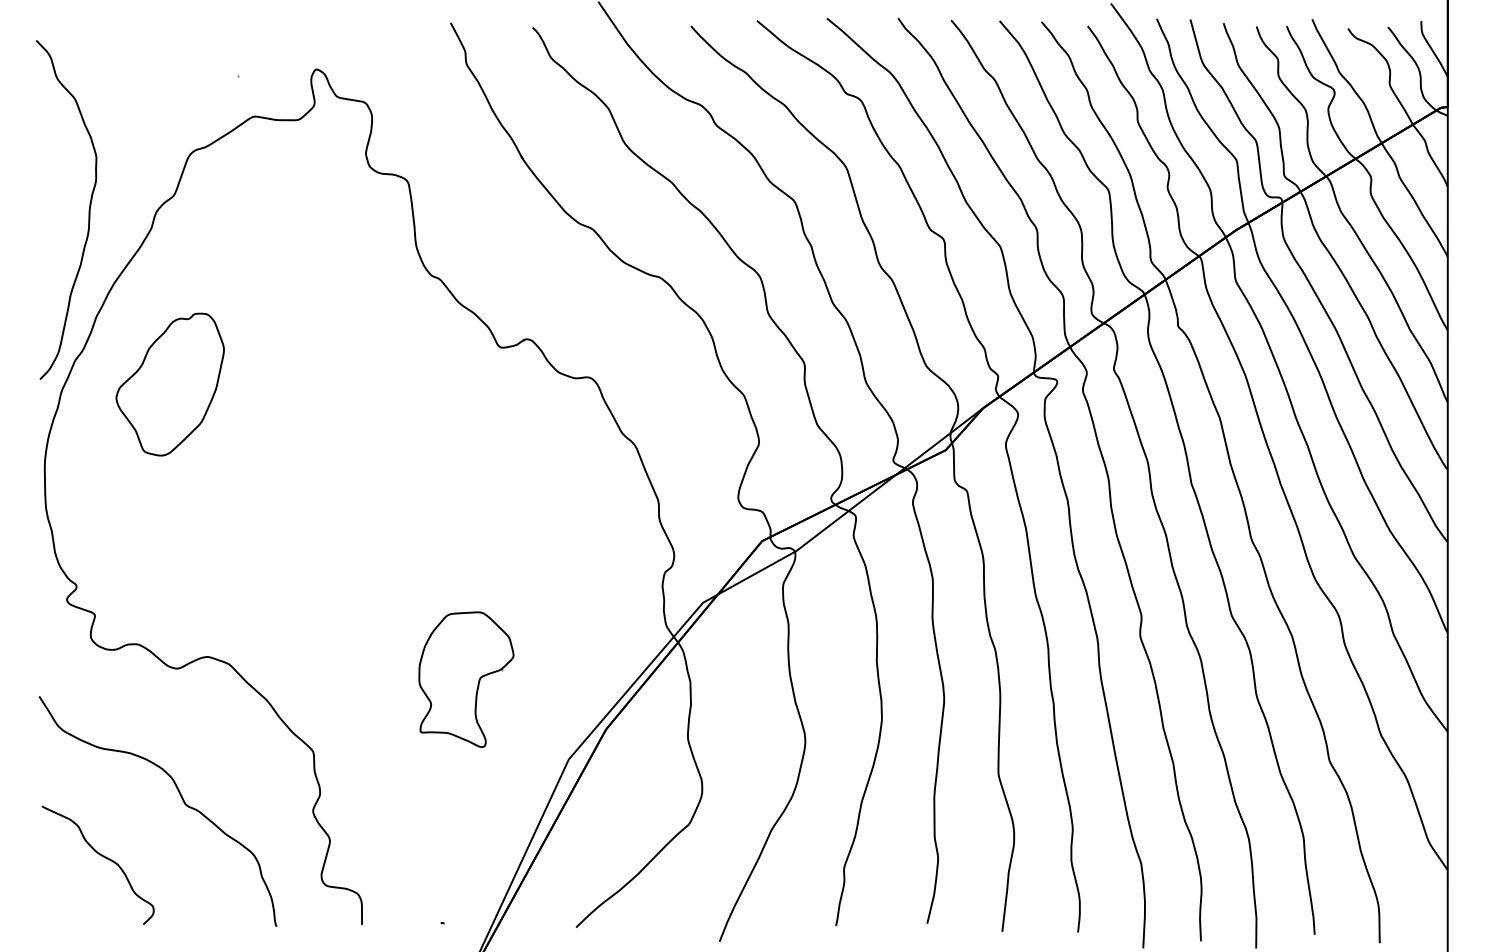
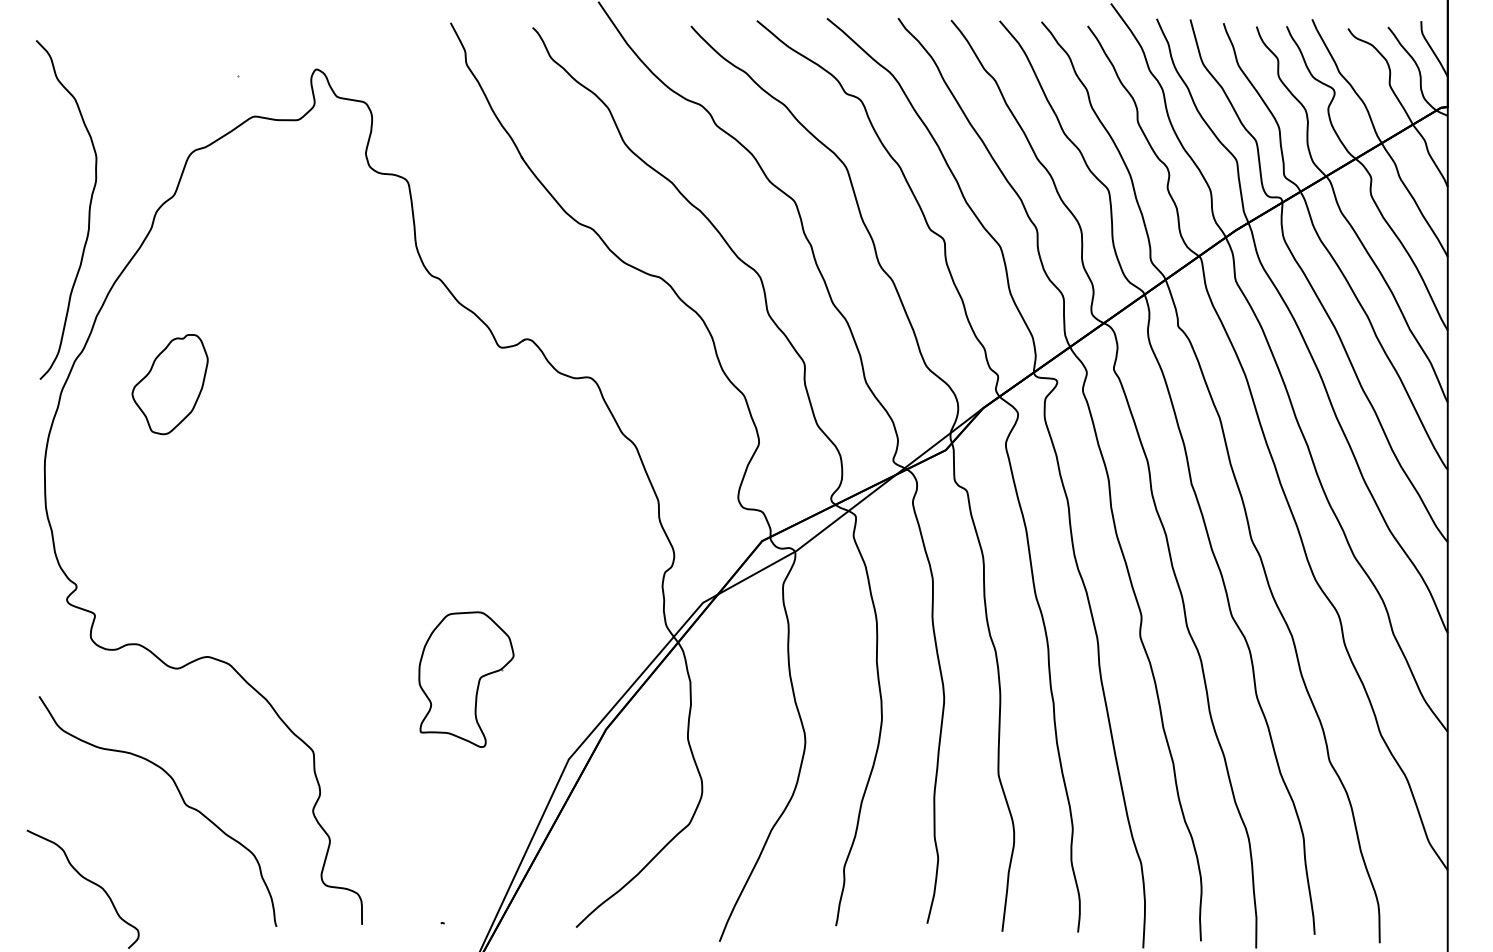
part at (169, 384) size: 110x145 px -> 78x102 px
curve at (101, 856) position: (101, 856) -> (86, 880)
